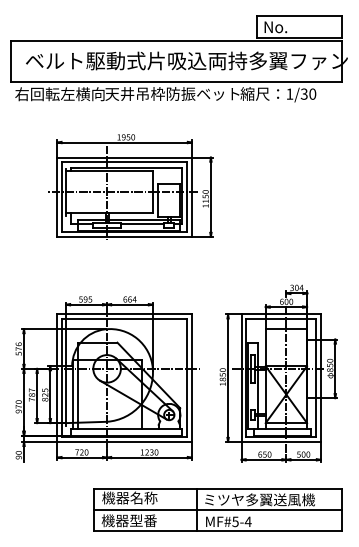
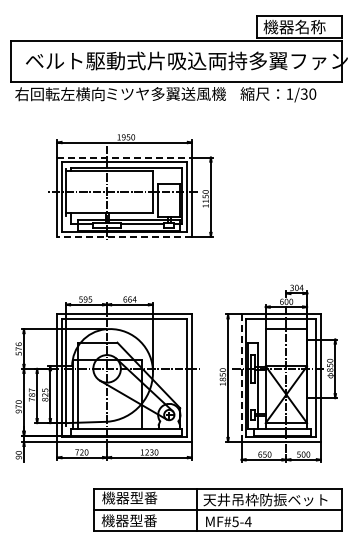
text at (294, 26): No. -> 機器名称
text at (172, 93): 天井吊枠防振ベット -> ミツヤ多翼送風機
line at (125, 157): solid -> dashed
line at (124, 236): solid -> dashed
line at (241, 378): solid -> dashed
text at (143, 497): 機器名称 -> 機器型番
text at (265, 499): ミツヤ多翼送風機 -> 天井吊枠防振ベット
